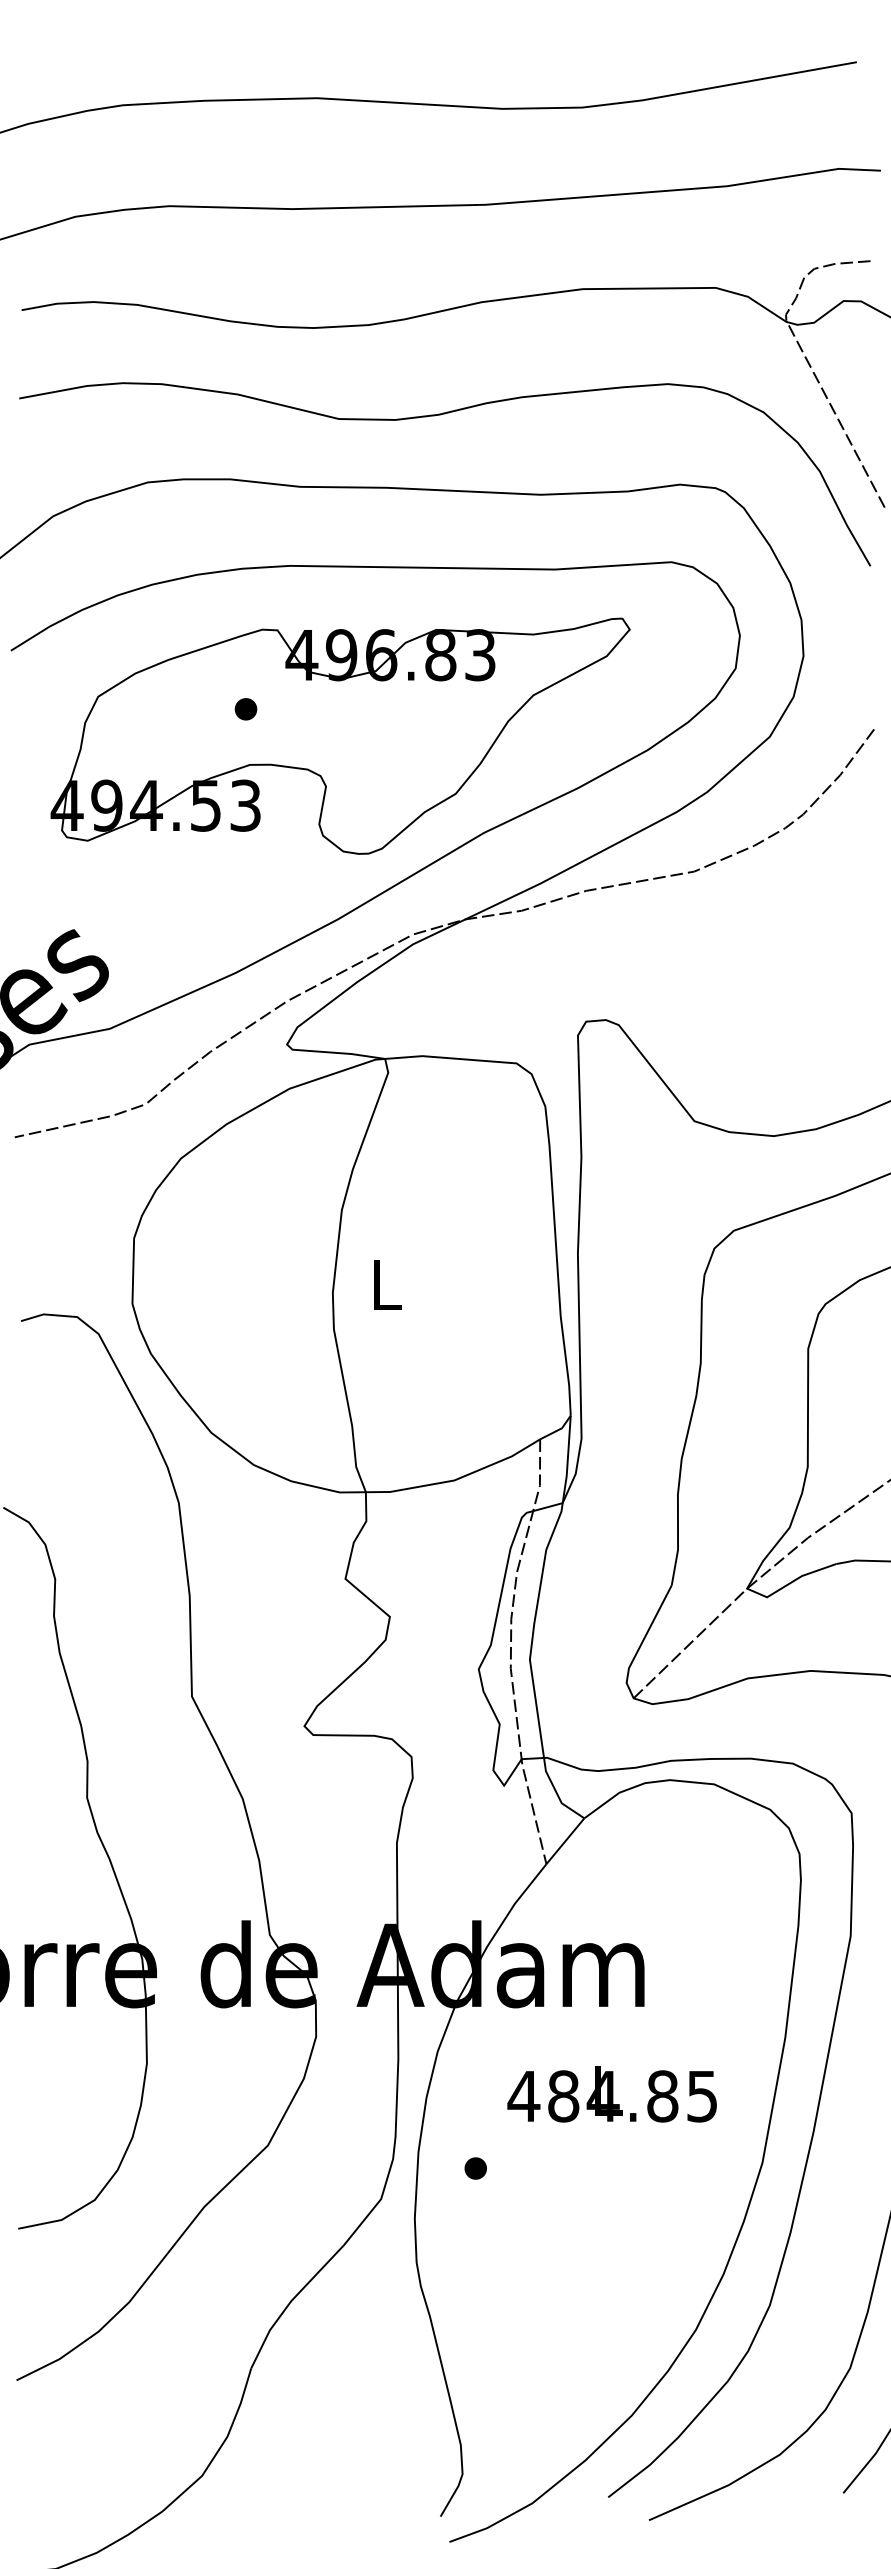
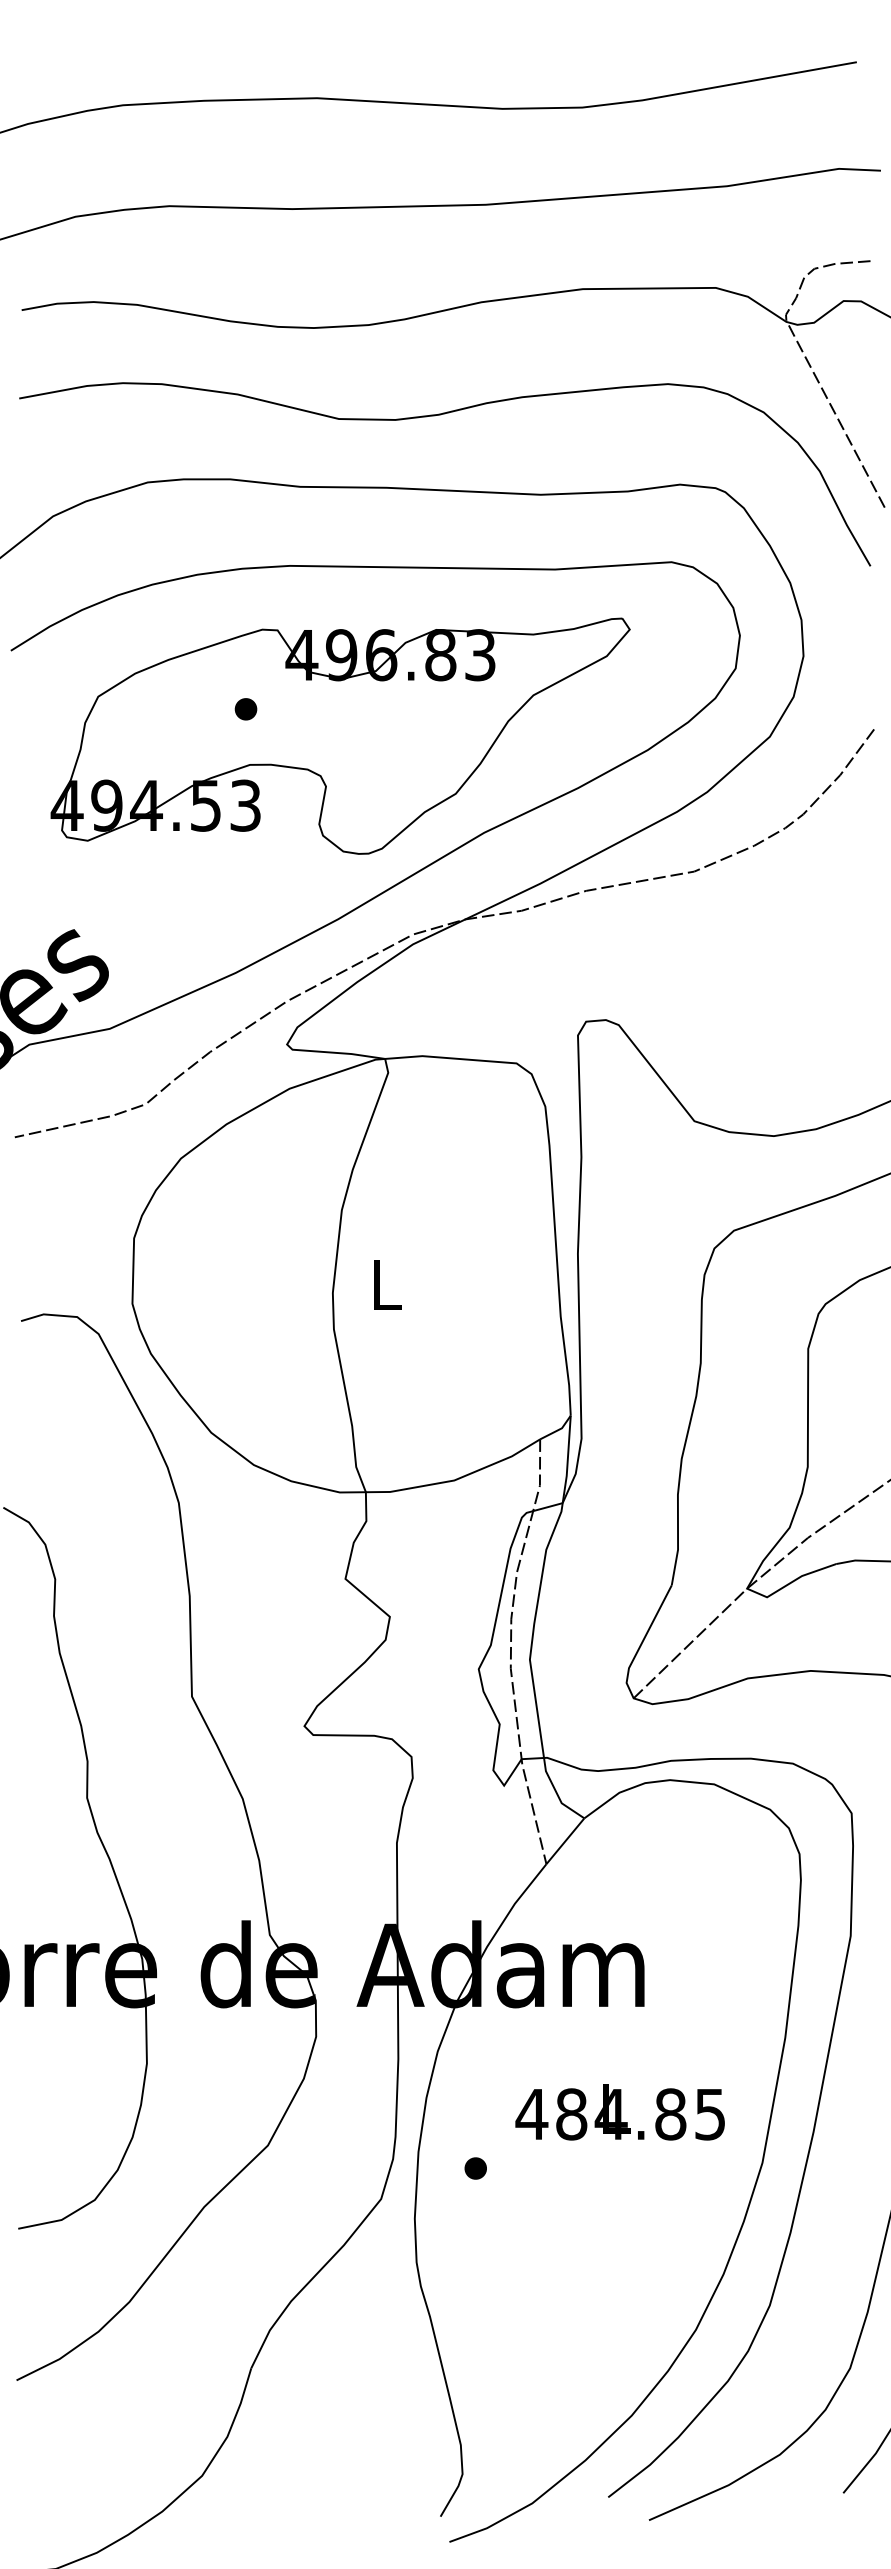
text at (611, 2094) position: (611, 2094) -> (619, 2112)
